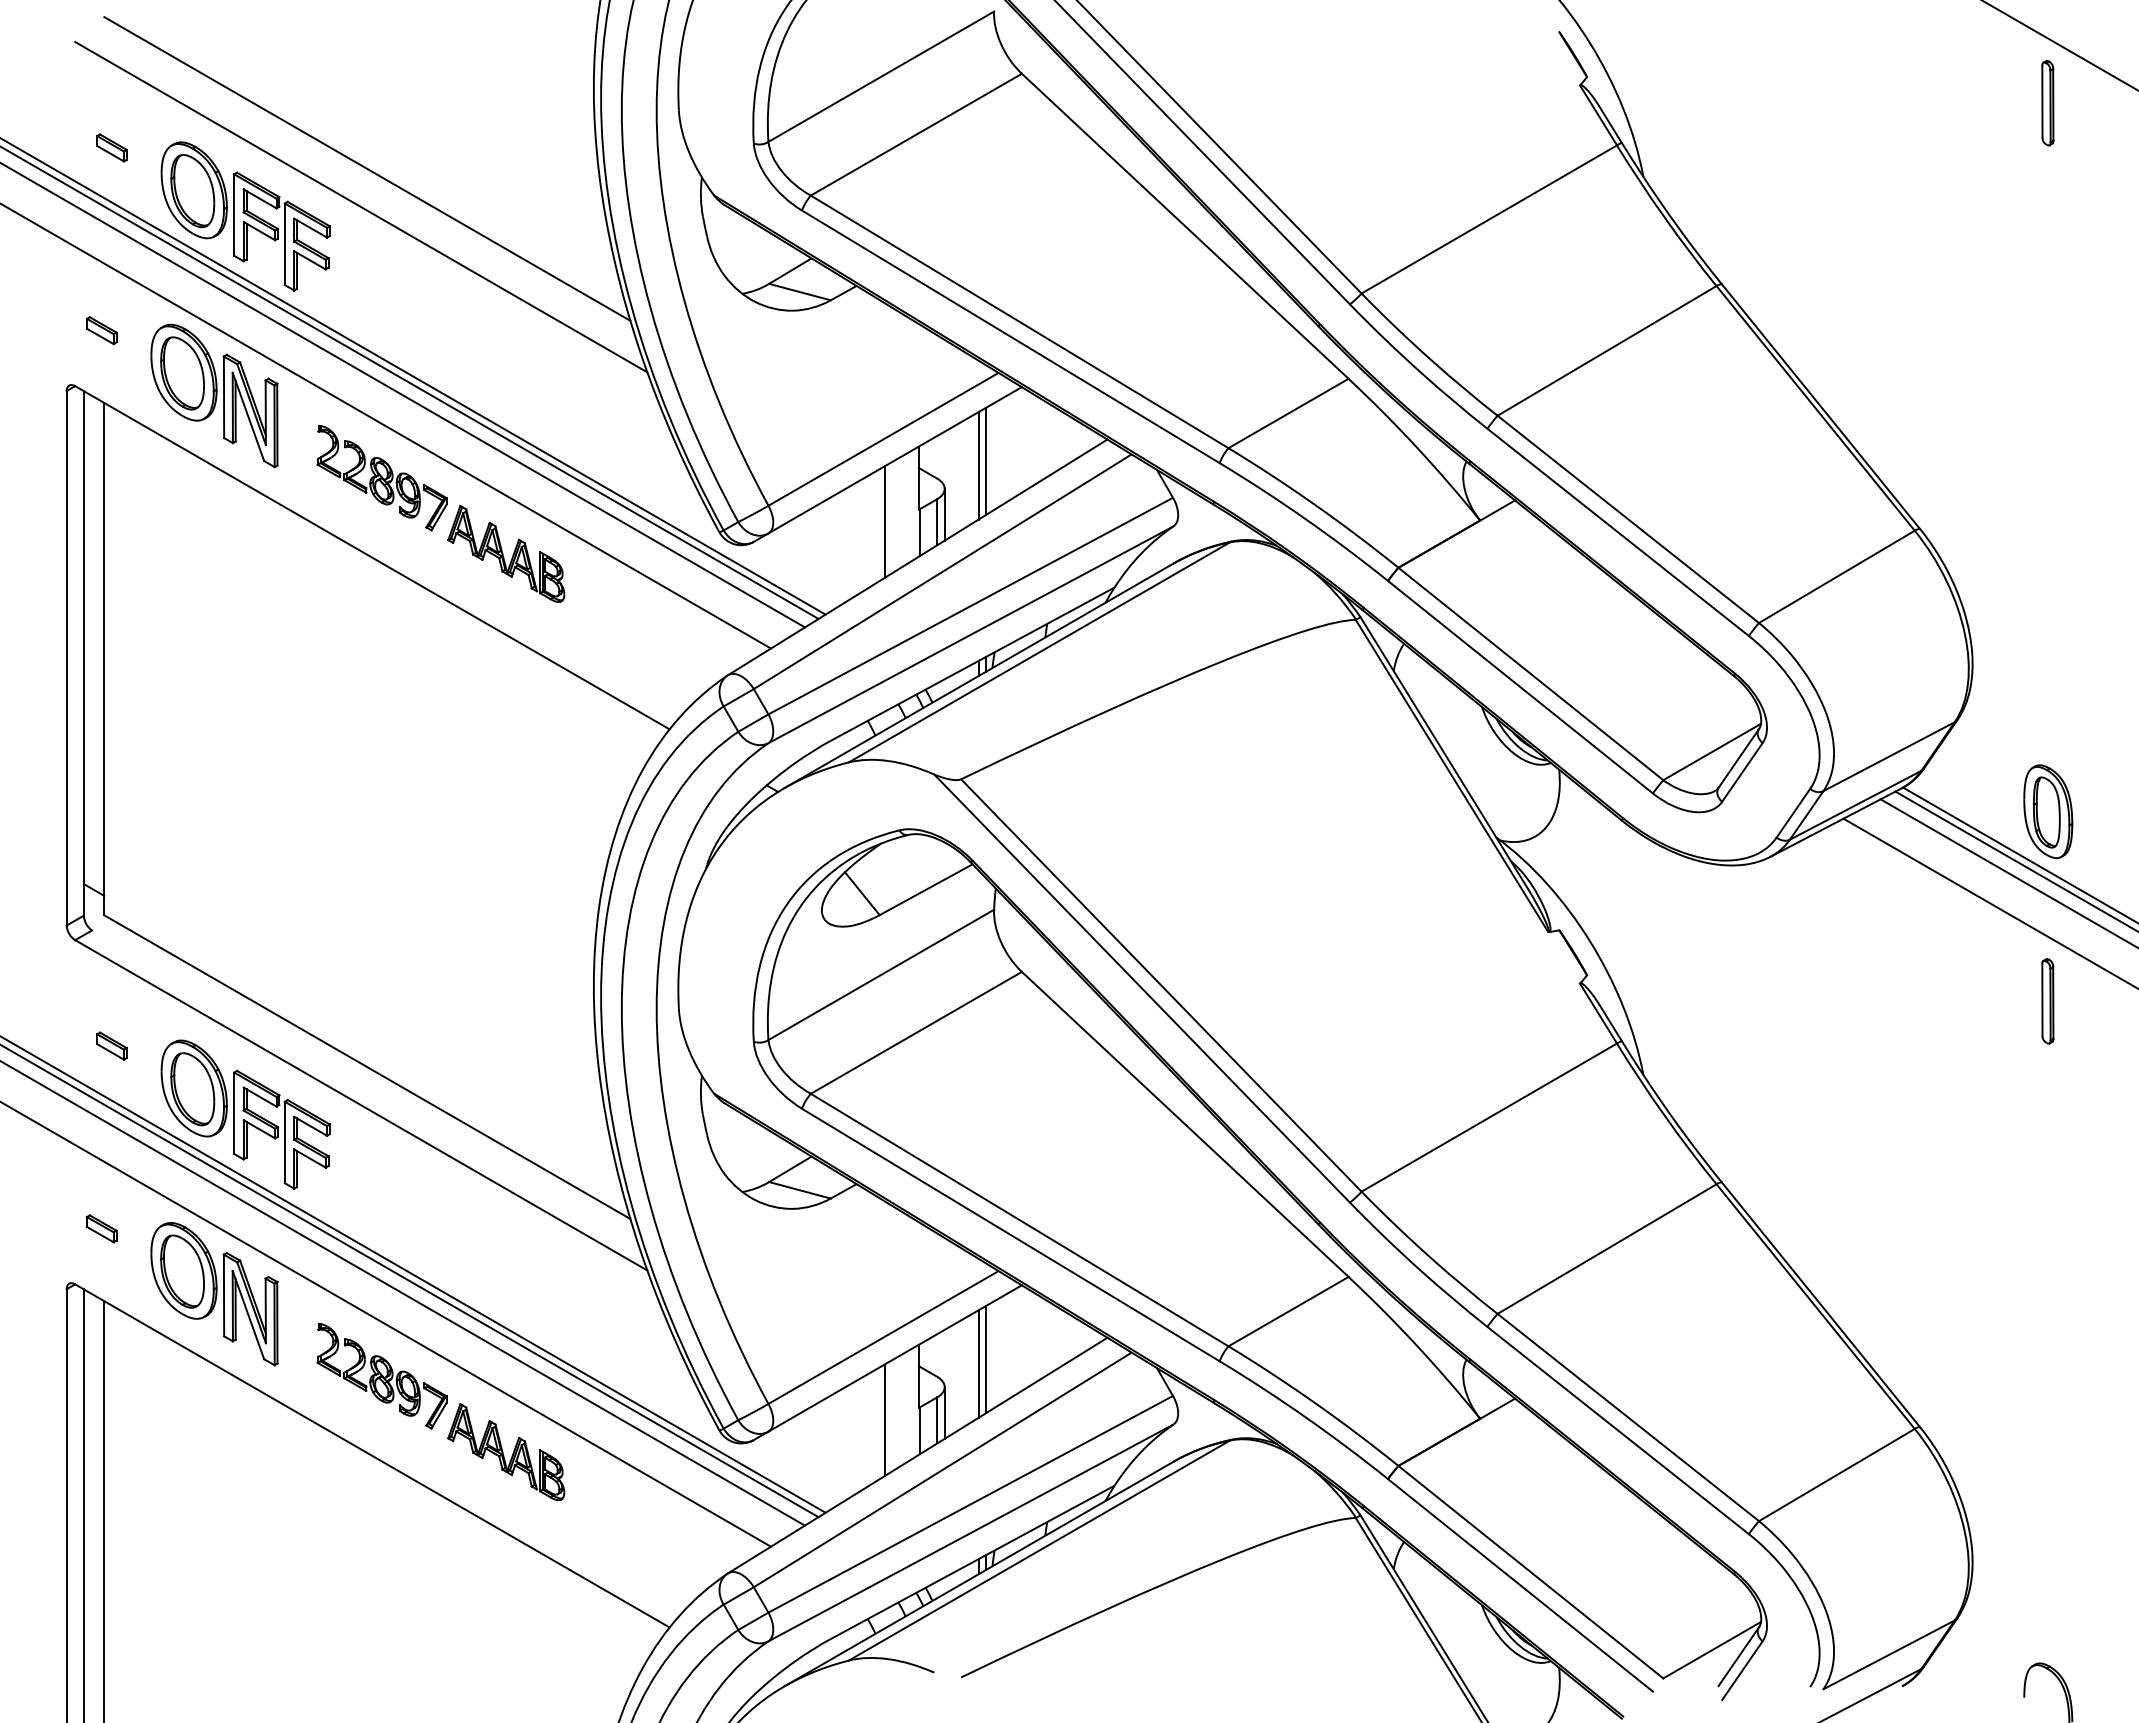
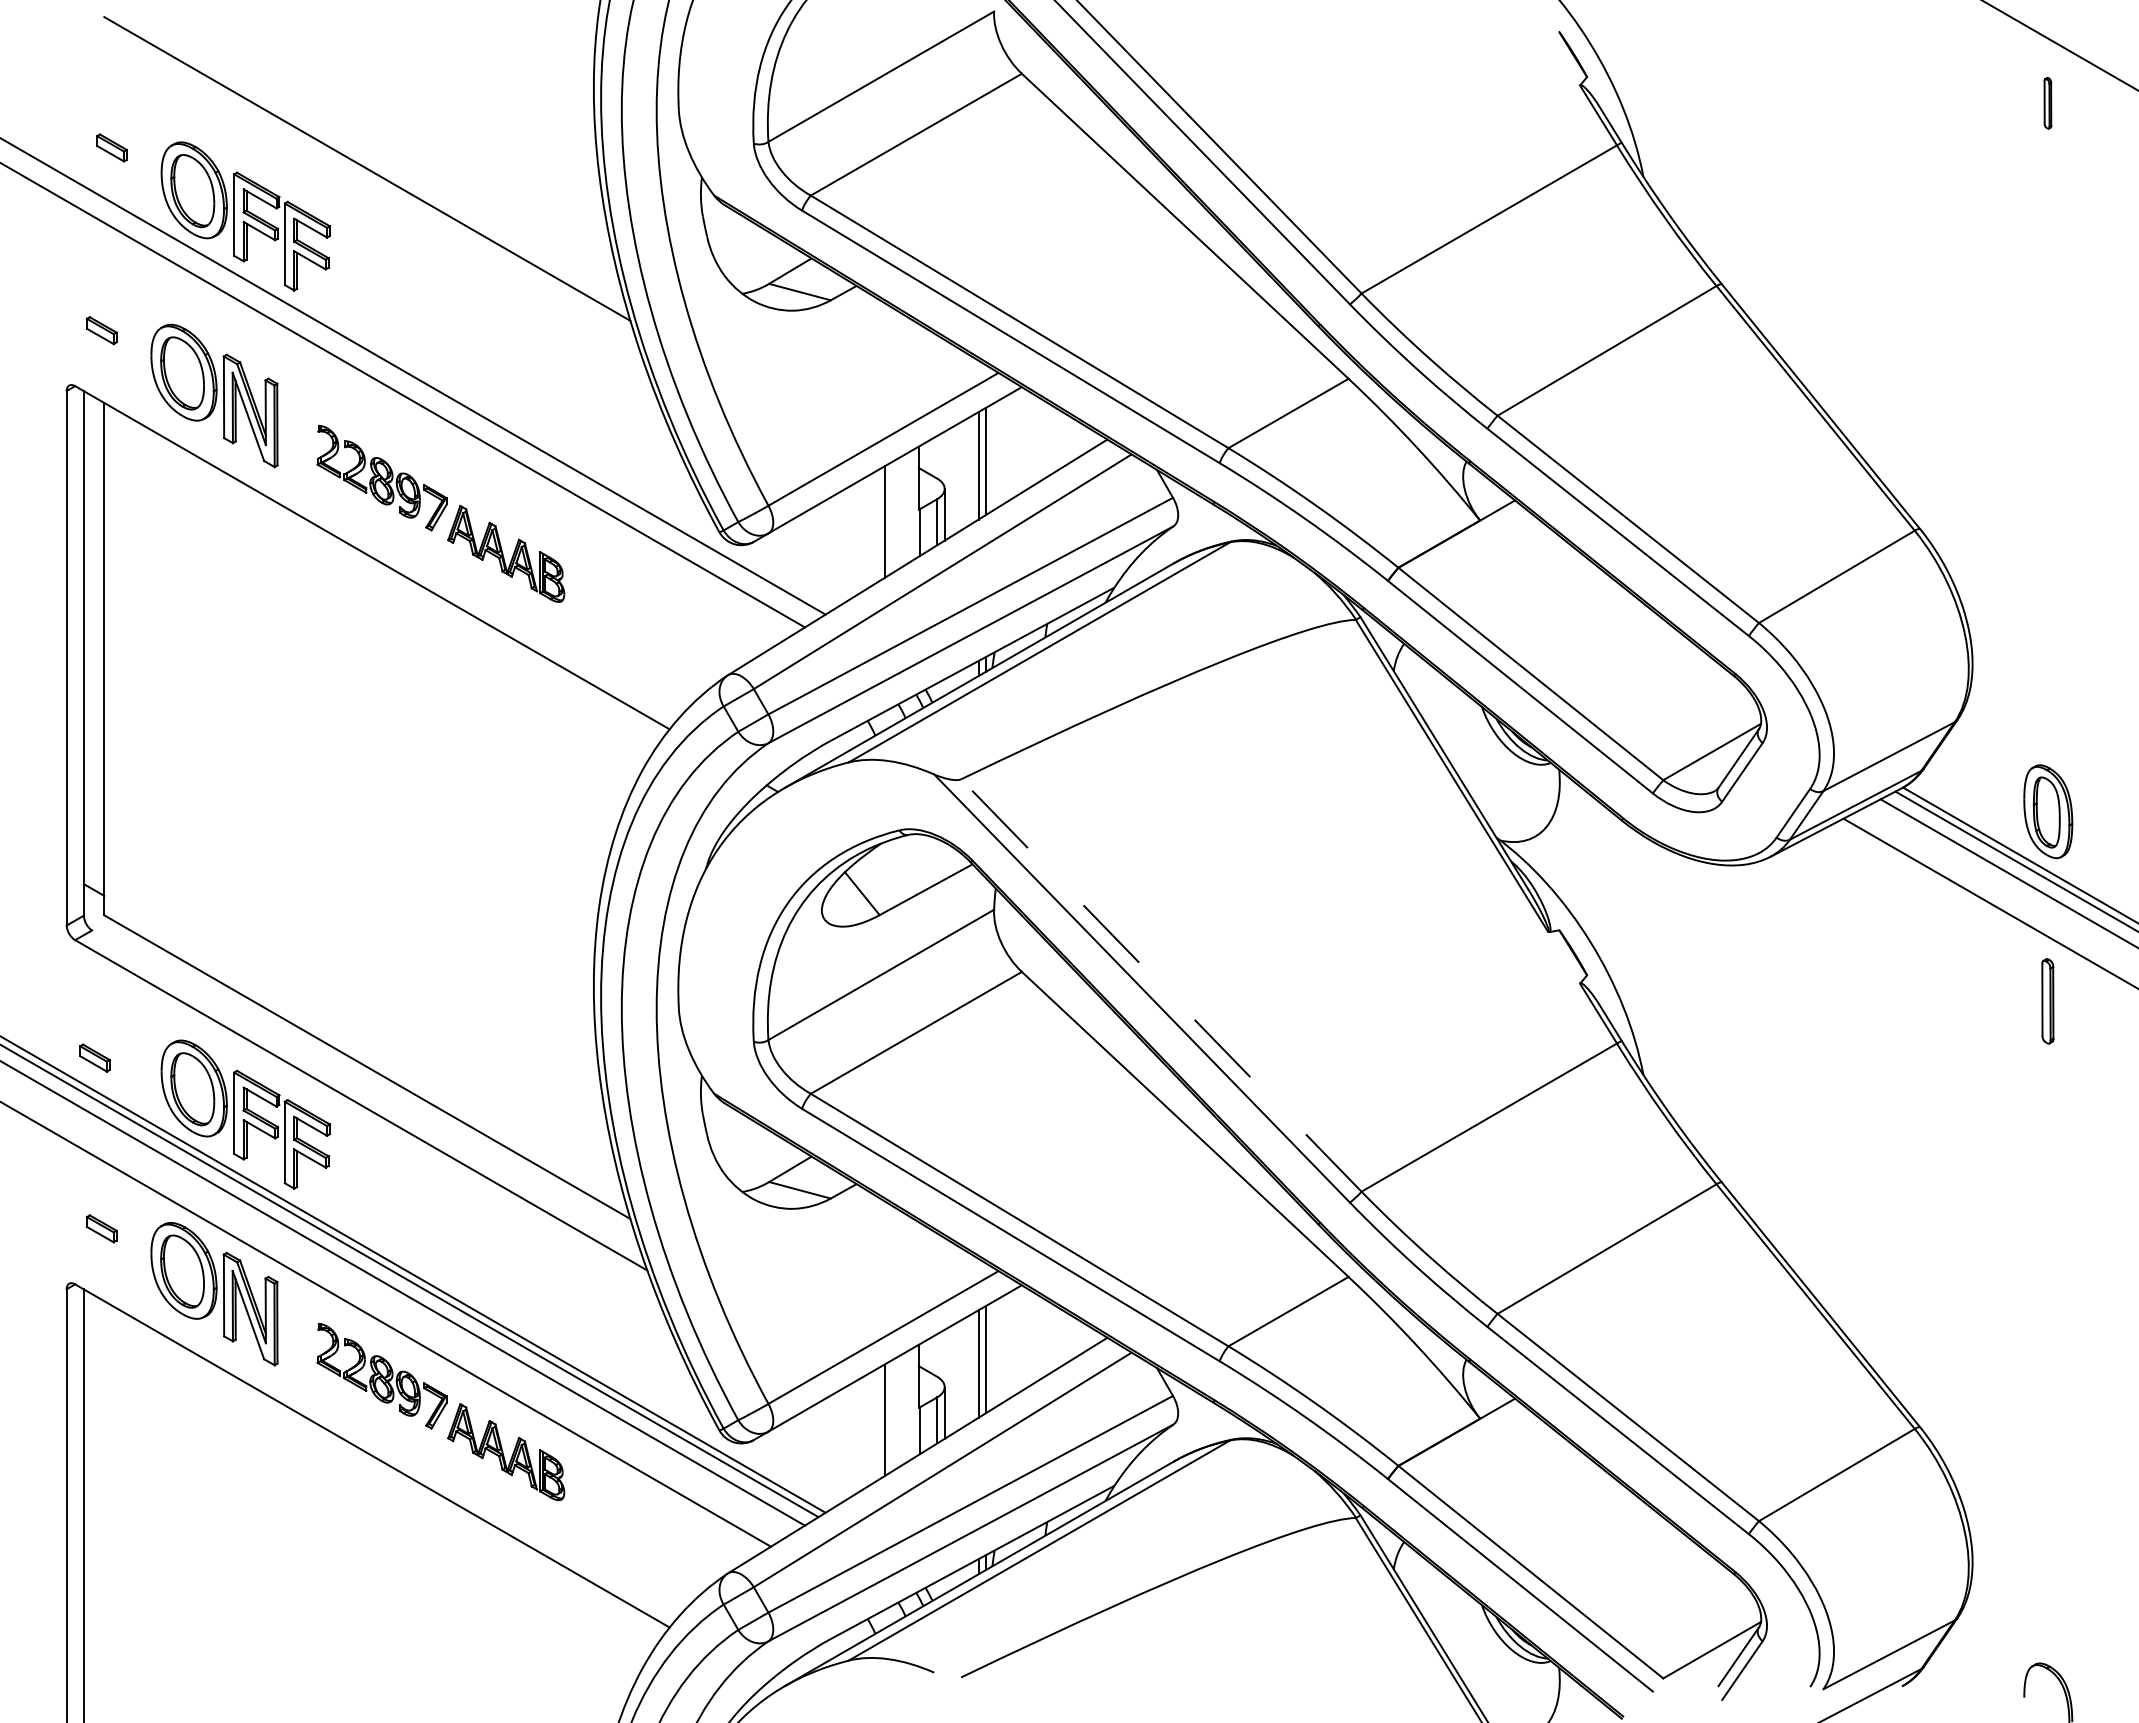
part at (2047, 103) size: 14x87 px -> 10x53 px
line at (361, 207): present -> none
line at (410, 382): present -> none
line at (386, 426): present -> none
line at (1161, 985): solid -> dashed
part at (111, 1045) position: (111, 1045) -> (94, 1057)
line at (104, 1510): present -> none
